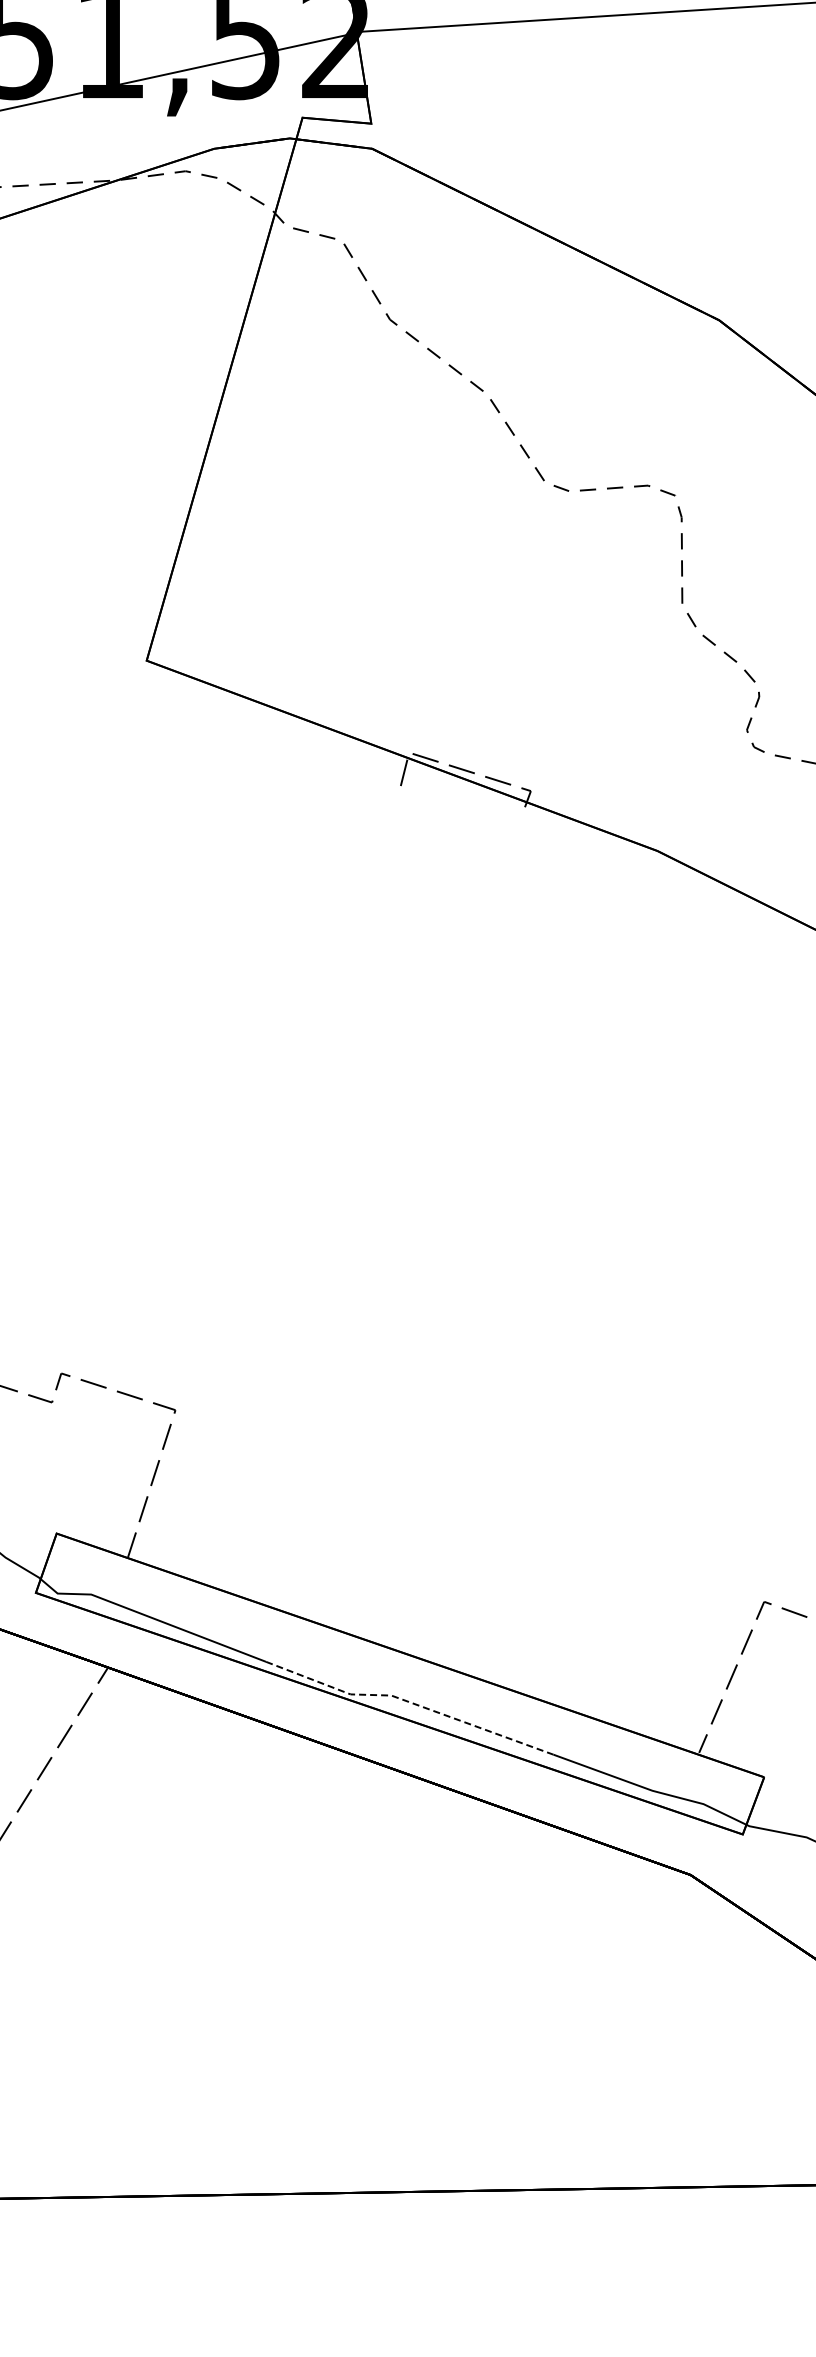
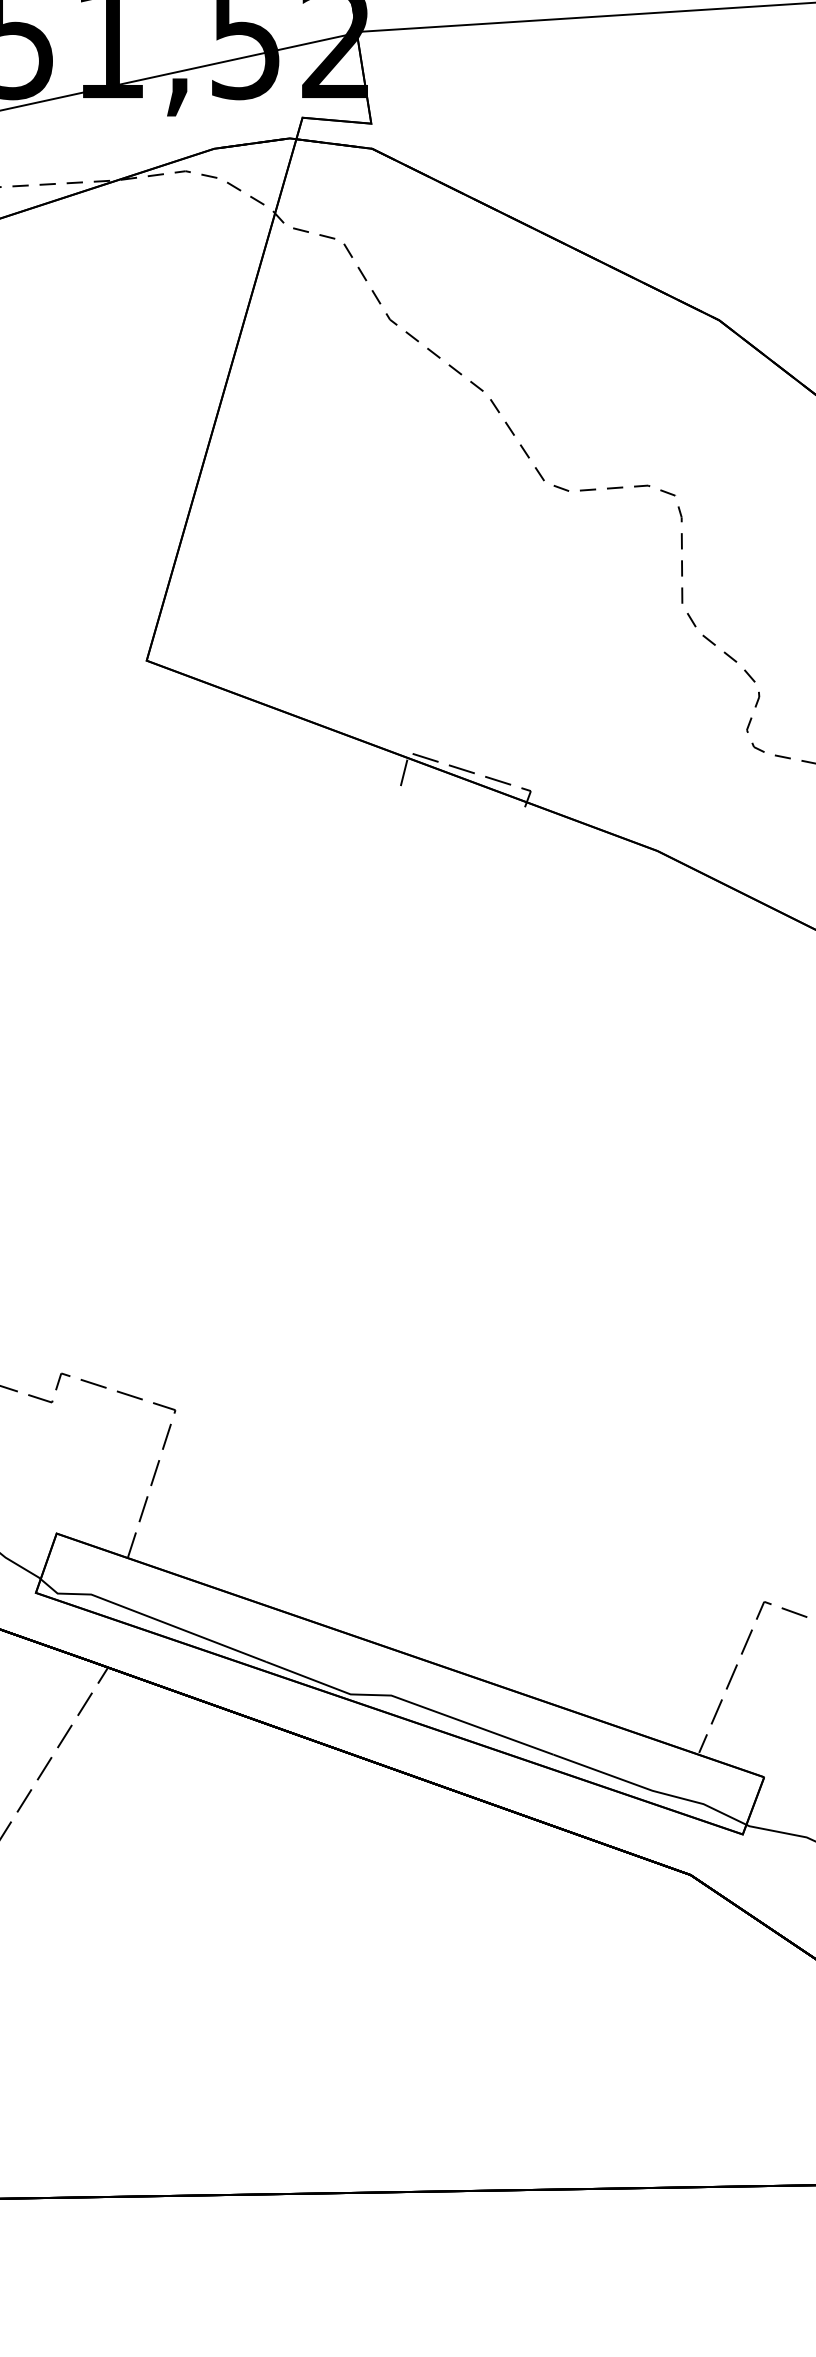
line at (410, 1702): dashed -> solid
